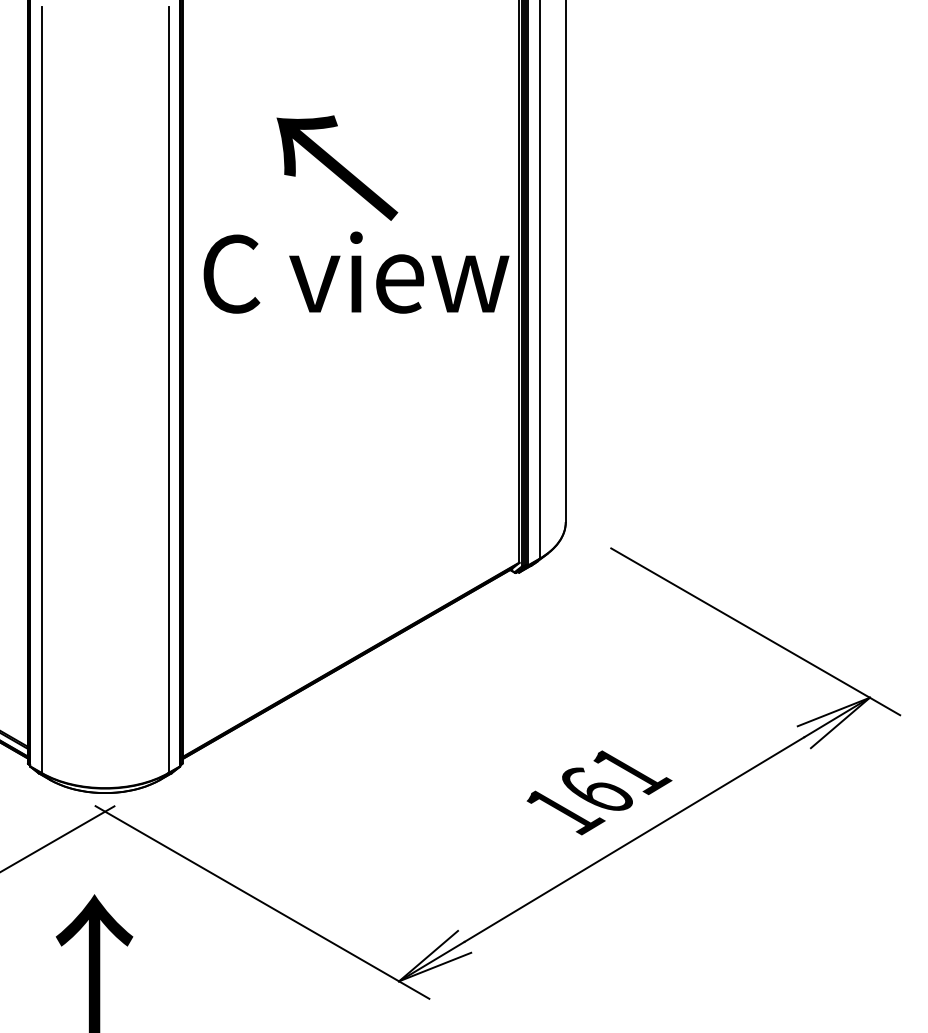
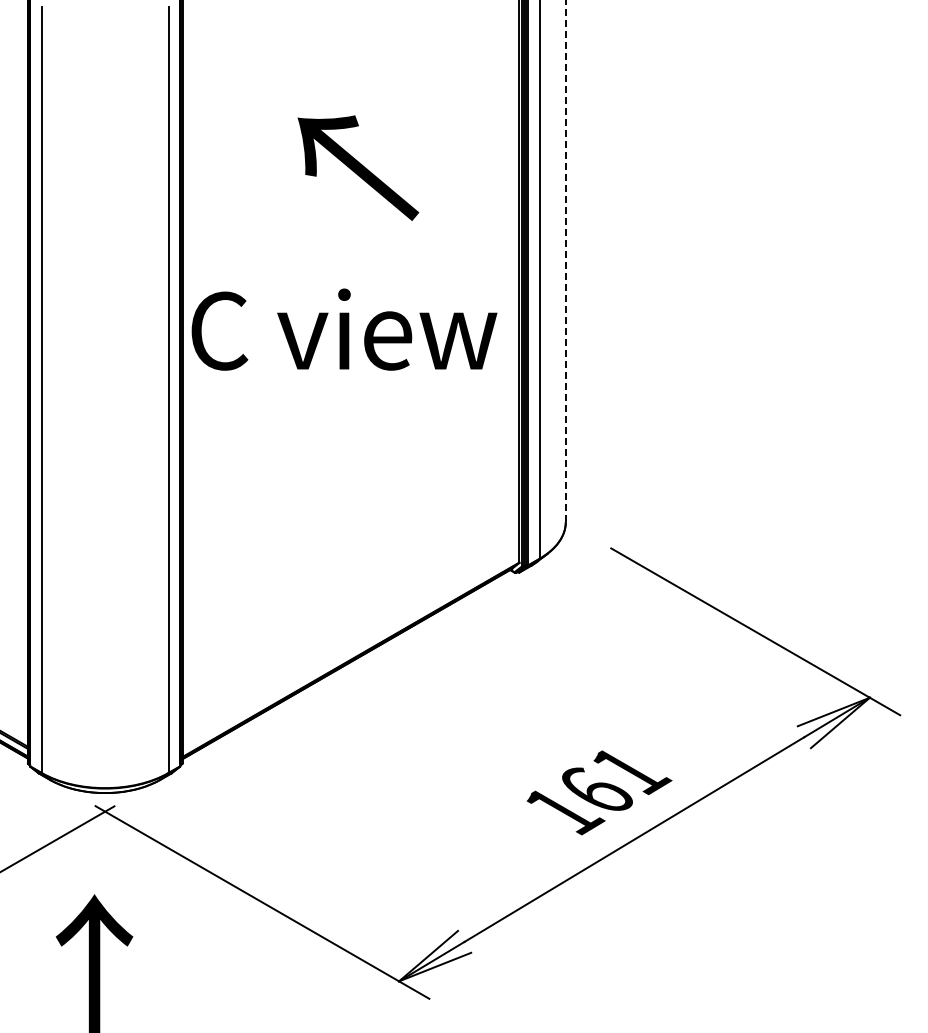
text at (337, 167) position: (337, 167) -> (358, 167)
line at (565, 261): solid -> dashed
text at (356, 272) position: (356, 272) -> (344, 329)
